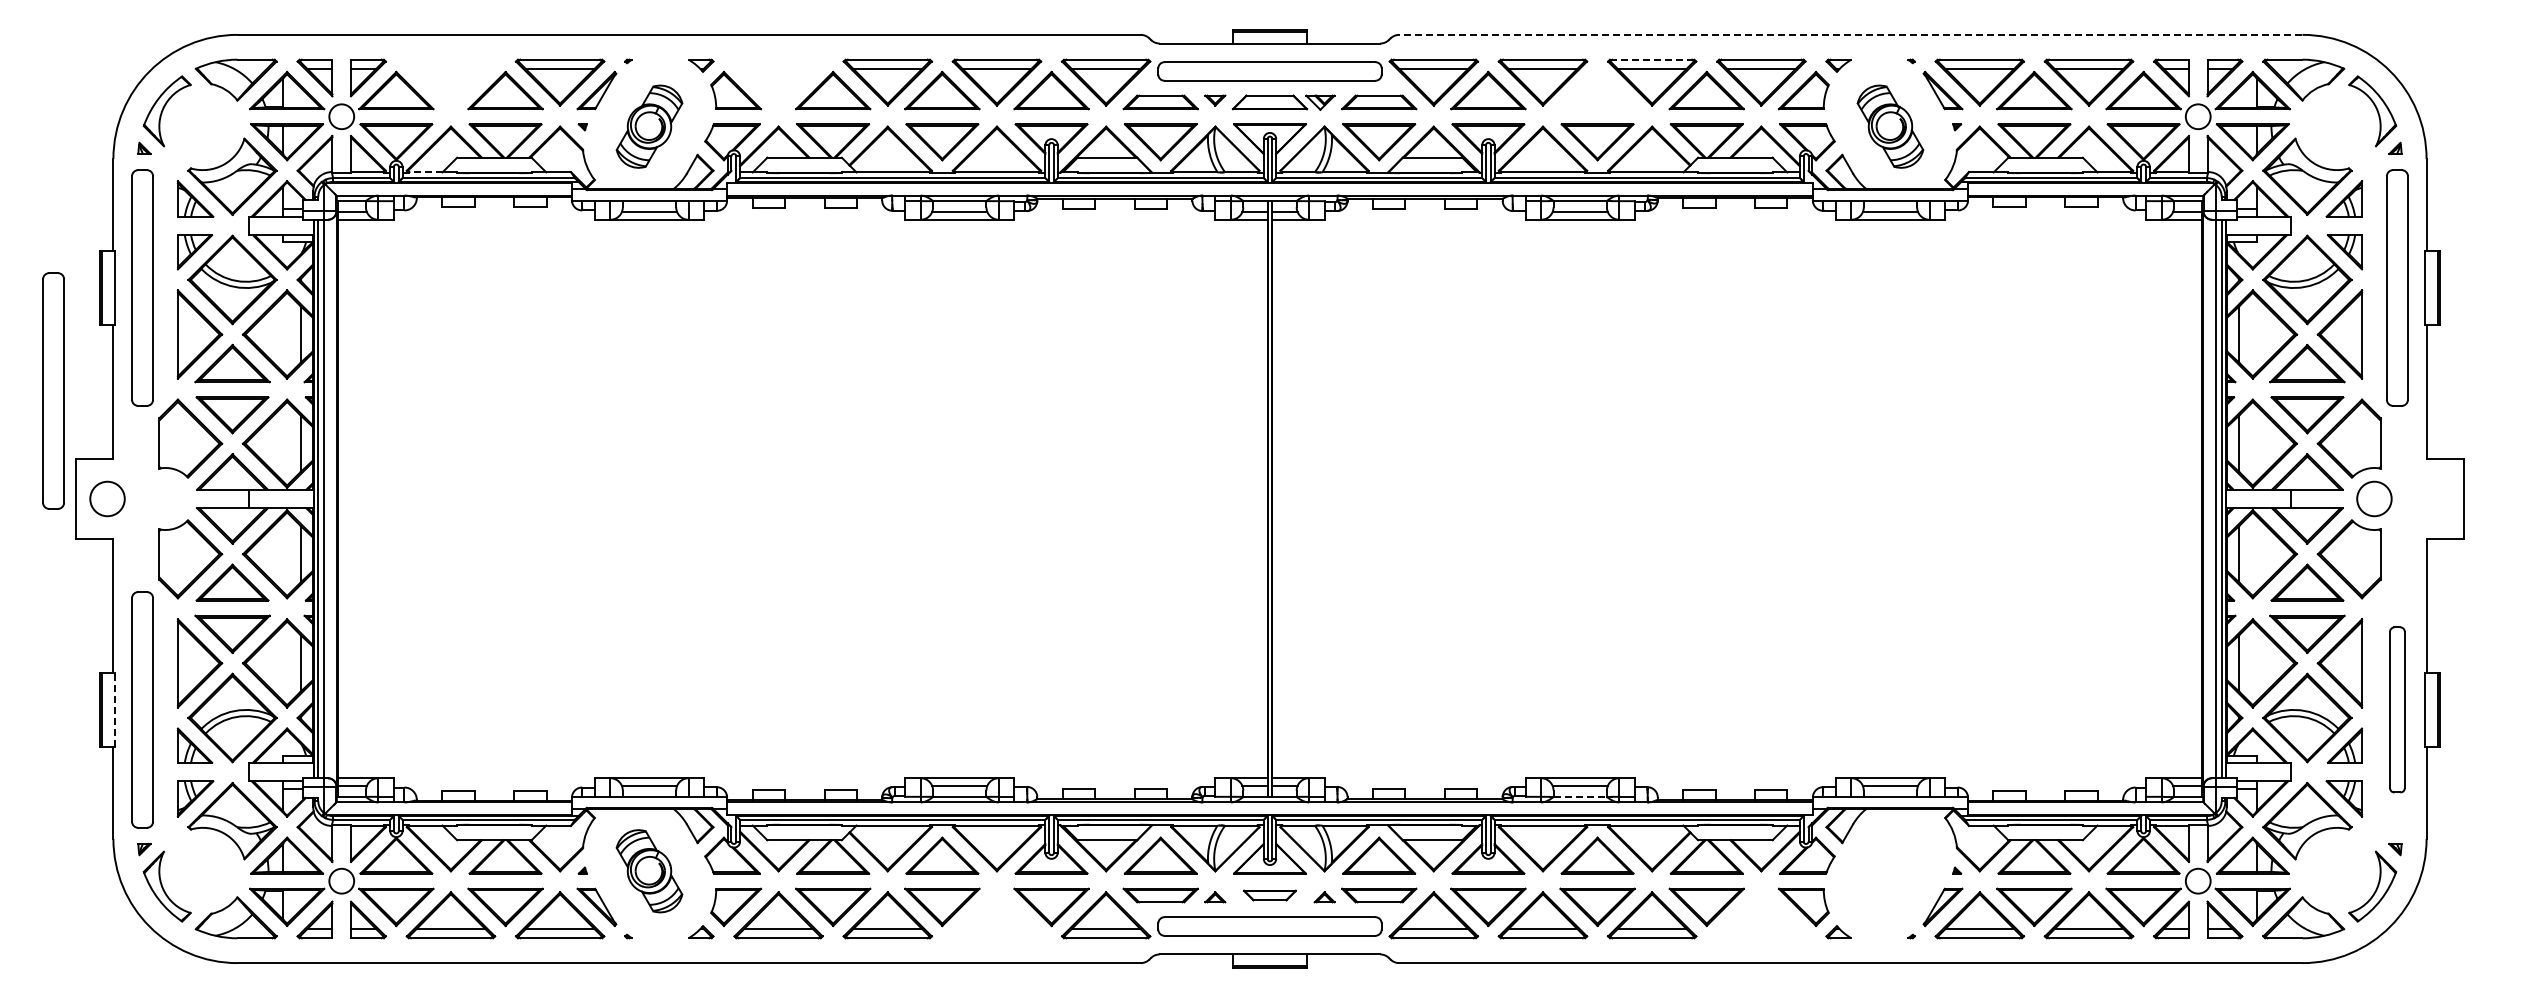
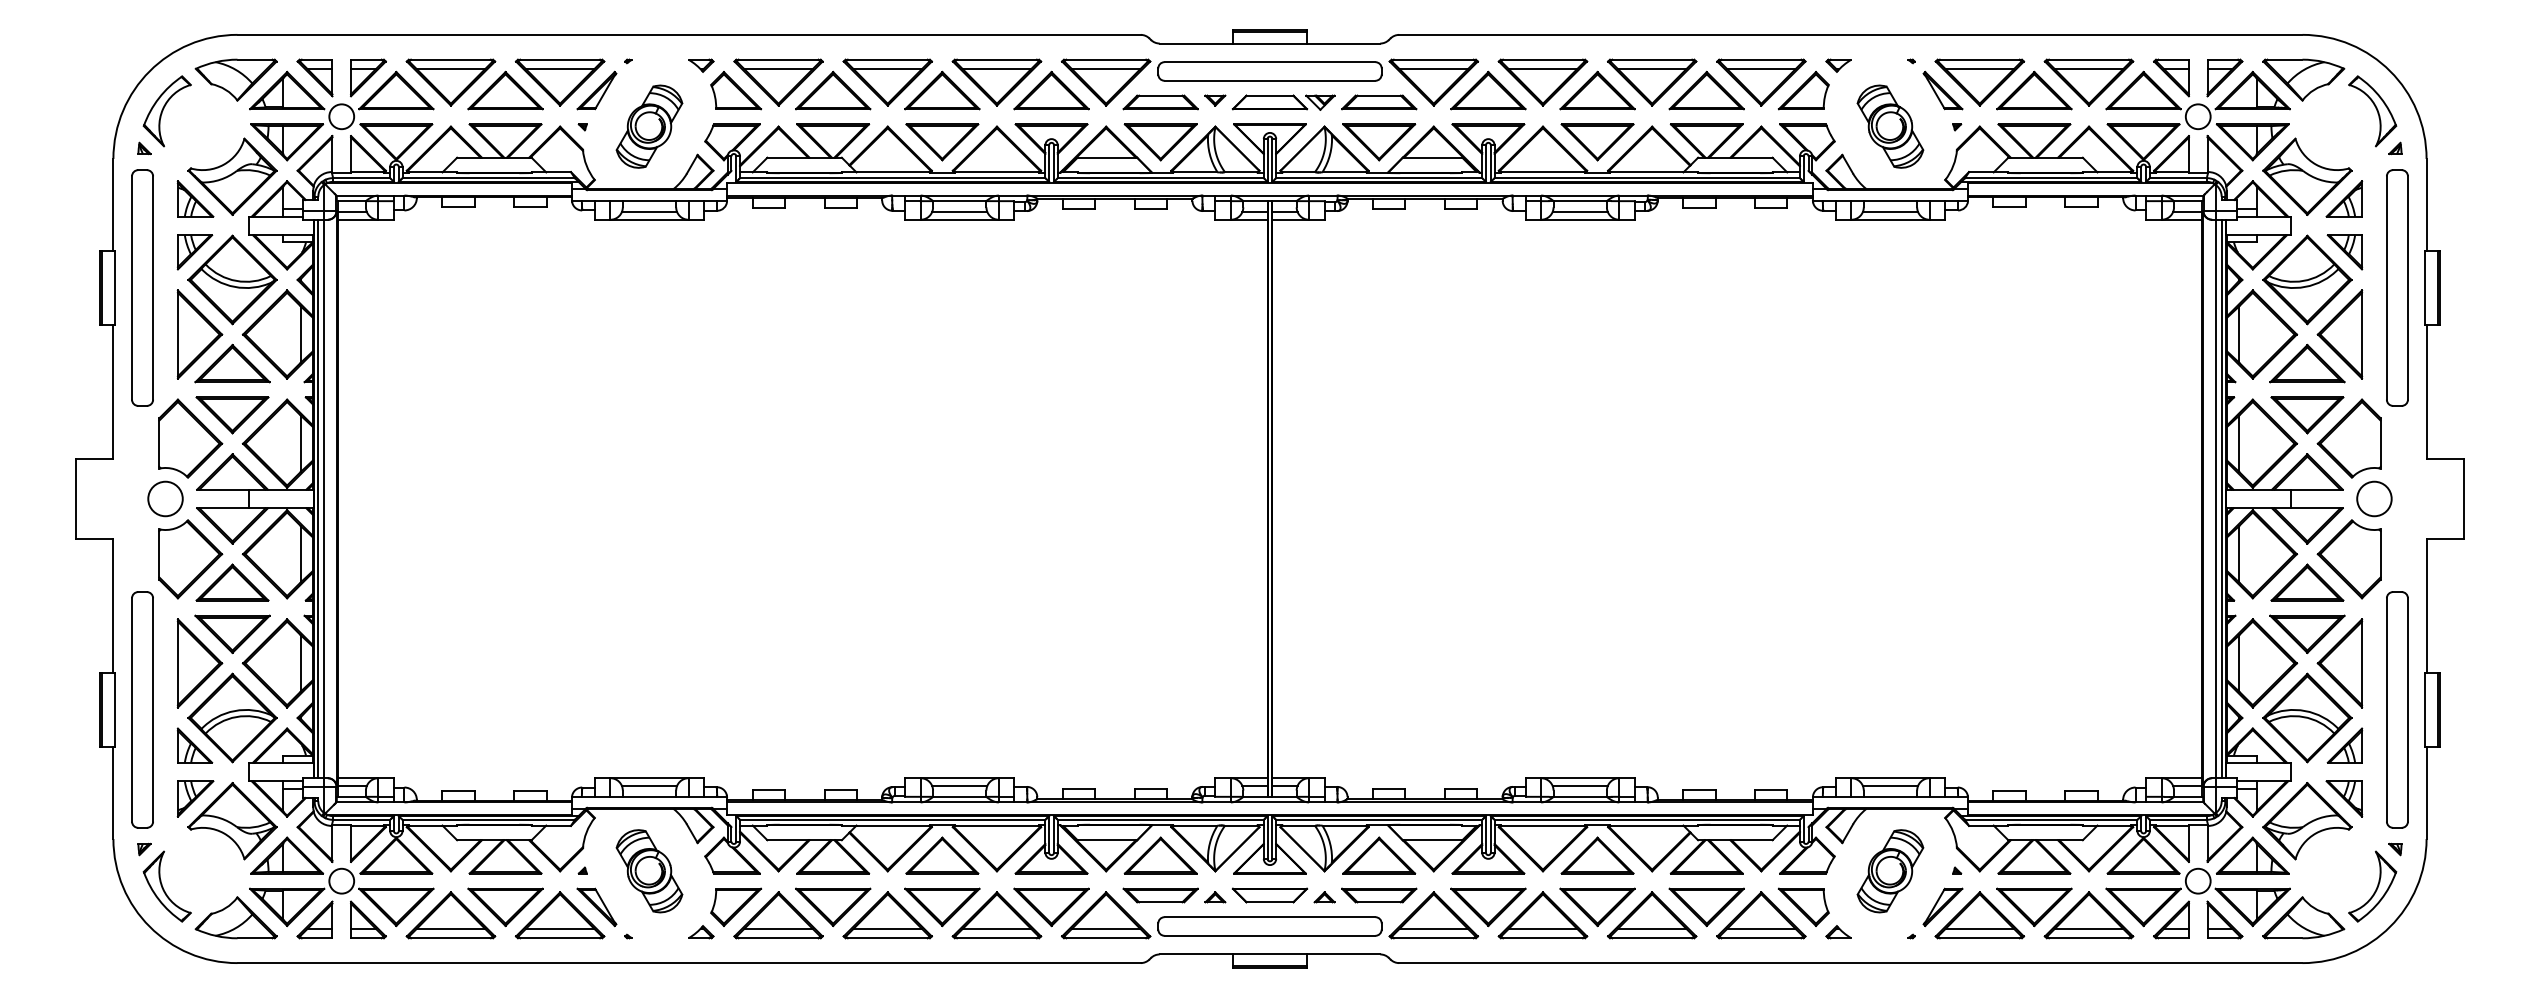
line at (1850, 34): dashed -> solid
line at (1652, 59): dashed -> solid
part at (450, 82): none -> present
part at (778, 82): none -> present
part at (1597, 90): none -> present
line at (426, 172): dashed -> solid
part at (53, 390): present -> none
circle at (107, 498) position: (107, 498) -> (165, 498)
line at (115, 709): dashed -> solid
part at (2397, 709) size: 17x168 px -> 23x238 px
line at (1580, 796): dashed -> solid
part at (1890, 871): none -> present
part at (1269, 895) size: 54x13 px -> 78x17 px
part at (996, 915): none -> present
part at (1761, 915): none -> present
